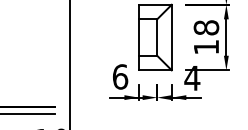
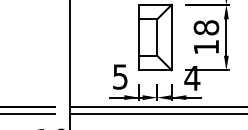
text at (120, 76): 6 -> 5
line at (156, 106): none -> present
line at (156, 114): none -> present
